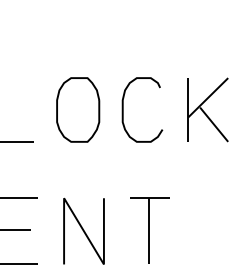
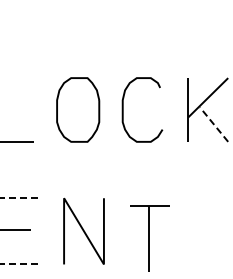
line at (213, 124): solid -> dashed
part at (149, 230) position: (149, 230) -> (149, 238)
line at (0, 264): solid -> dashed
